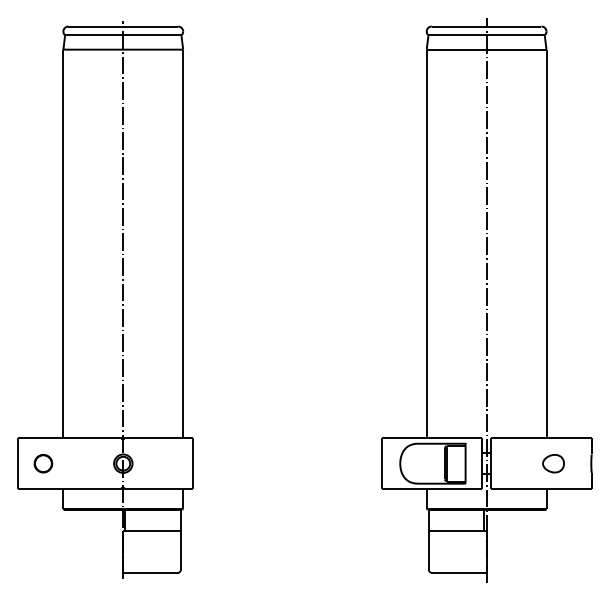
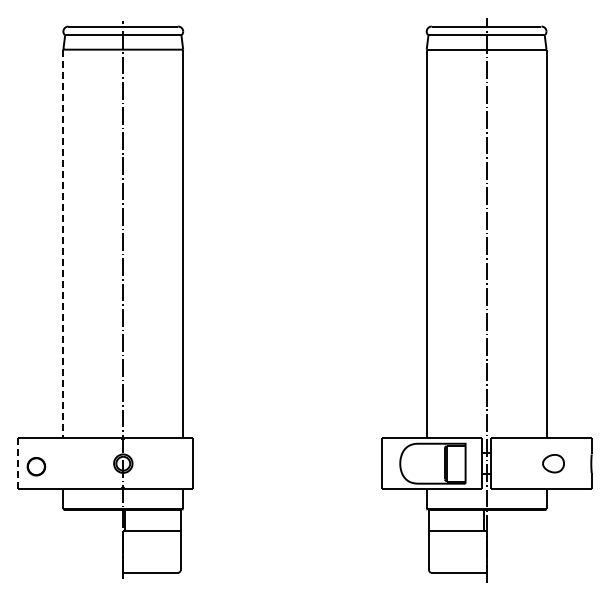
line at (63, 244): solid -> dashed
line at (18, 463): solid -> dashed
part at (43, 463) position: (43, 463) -> (36, 466)
